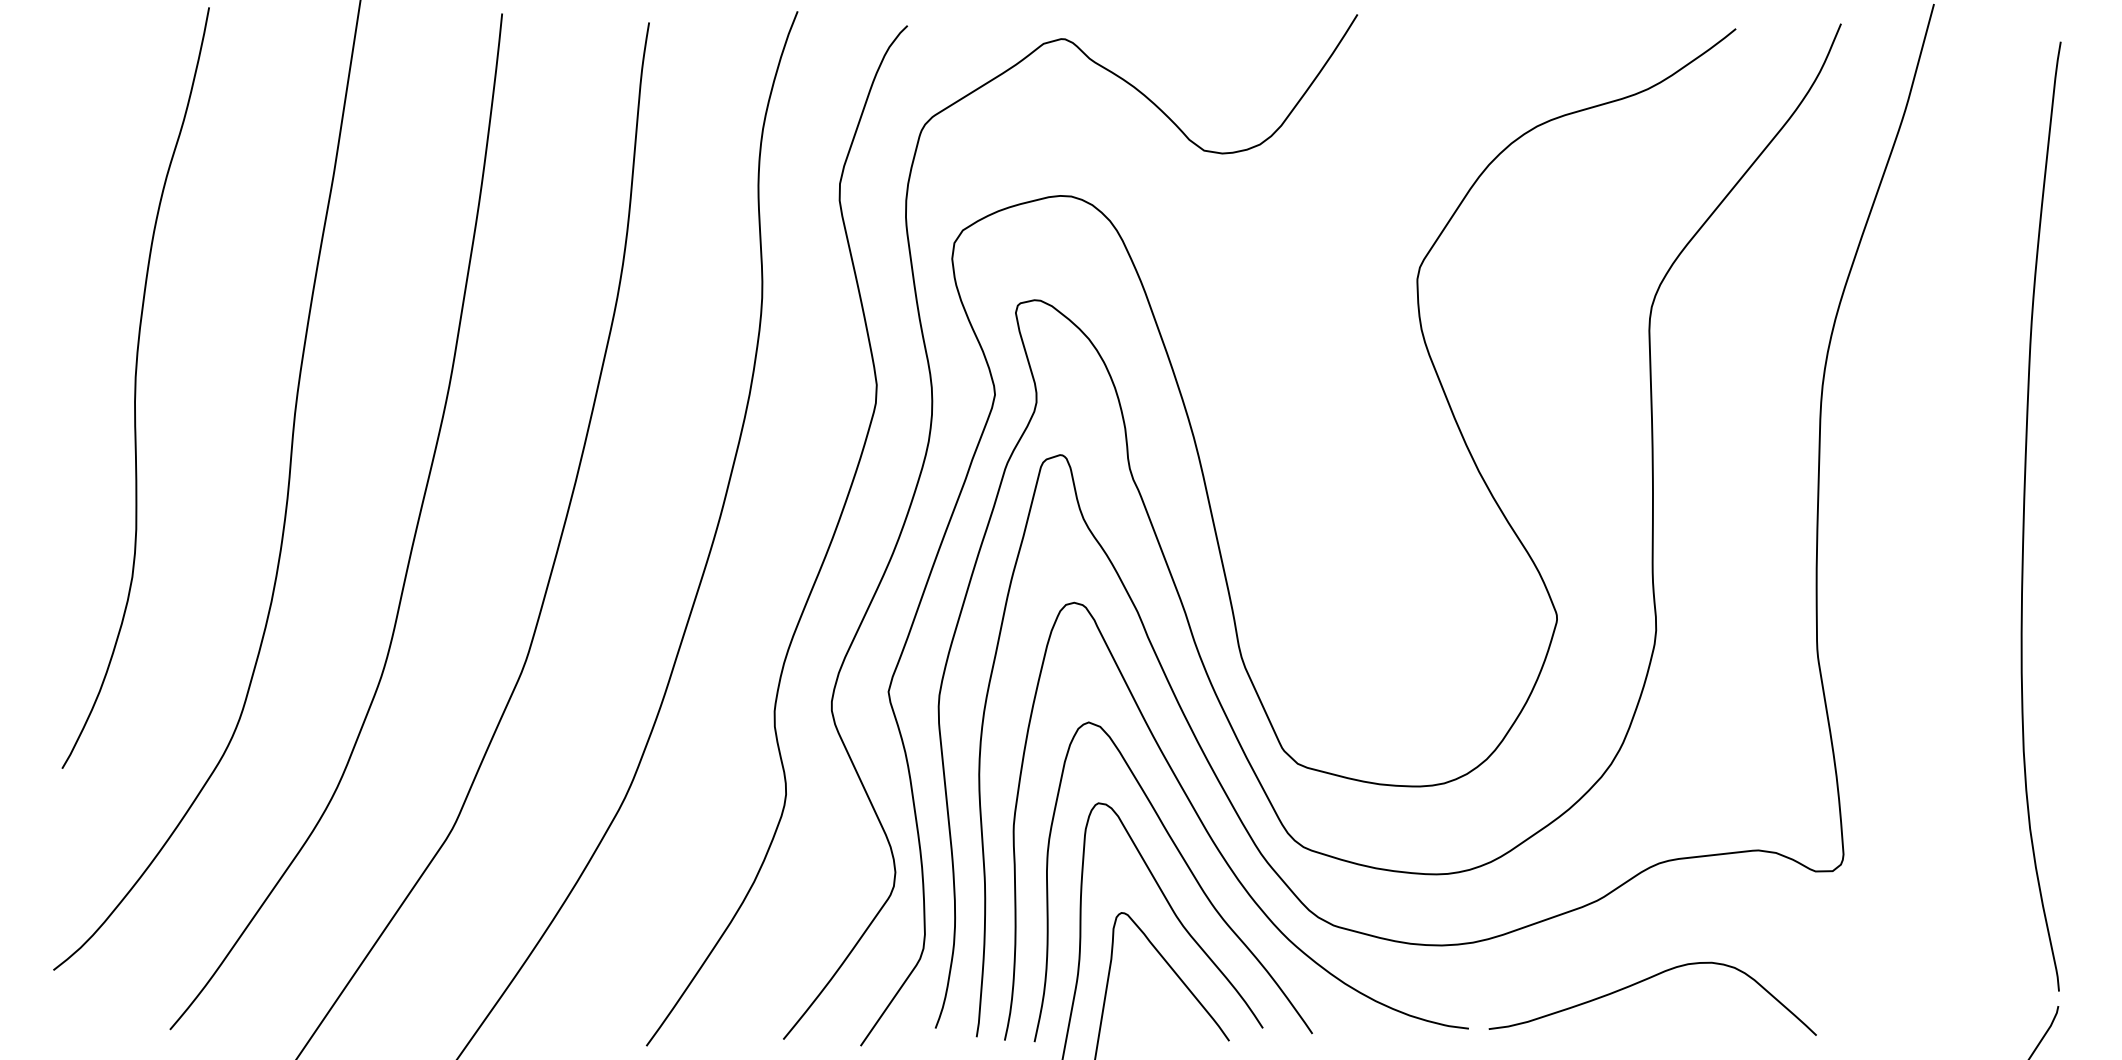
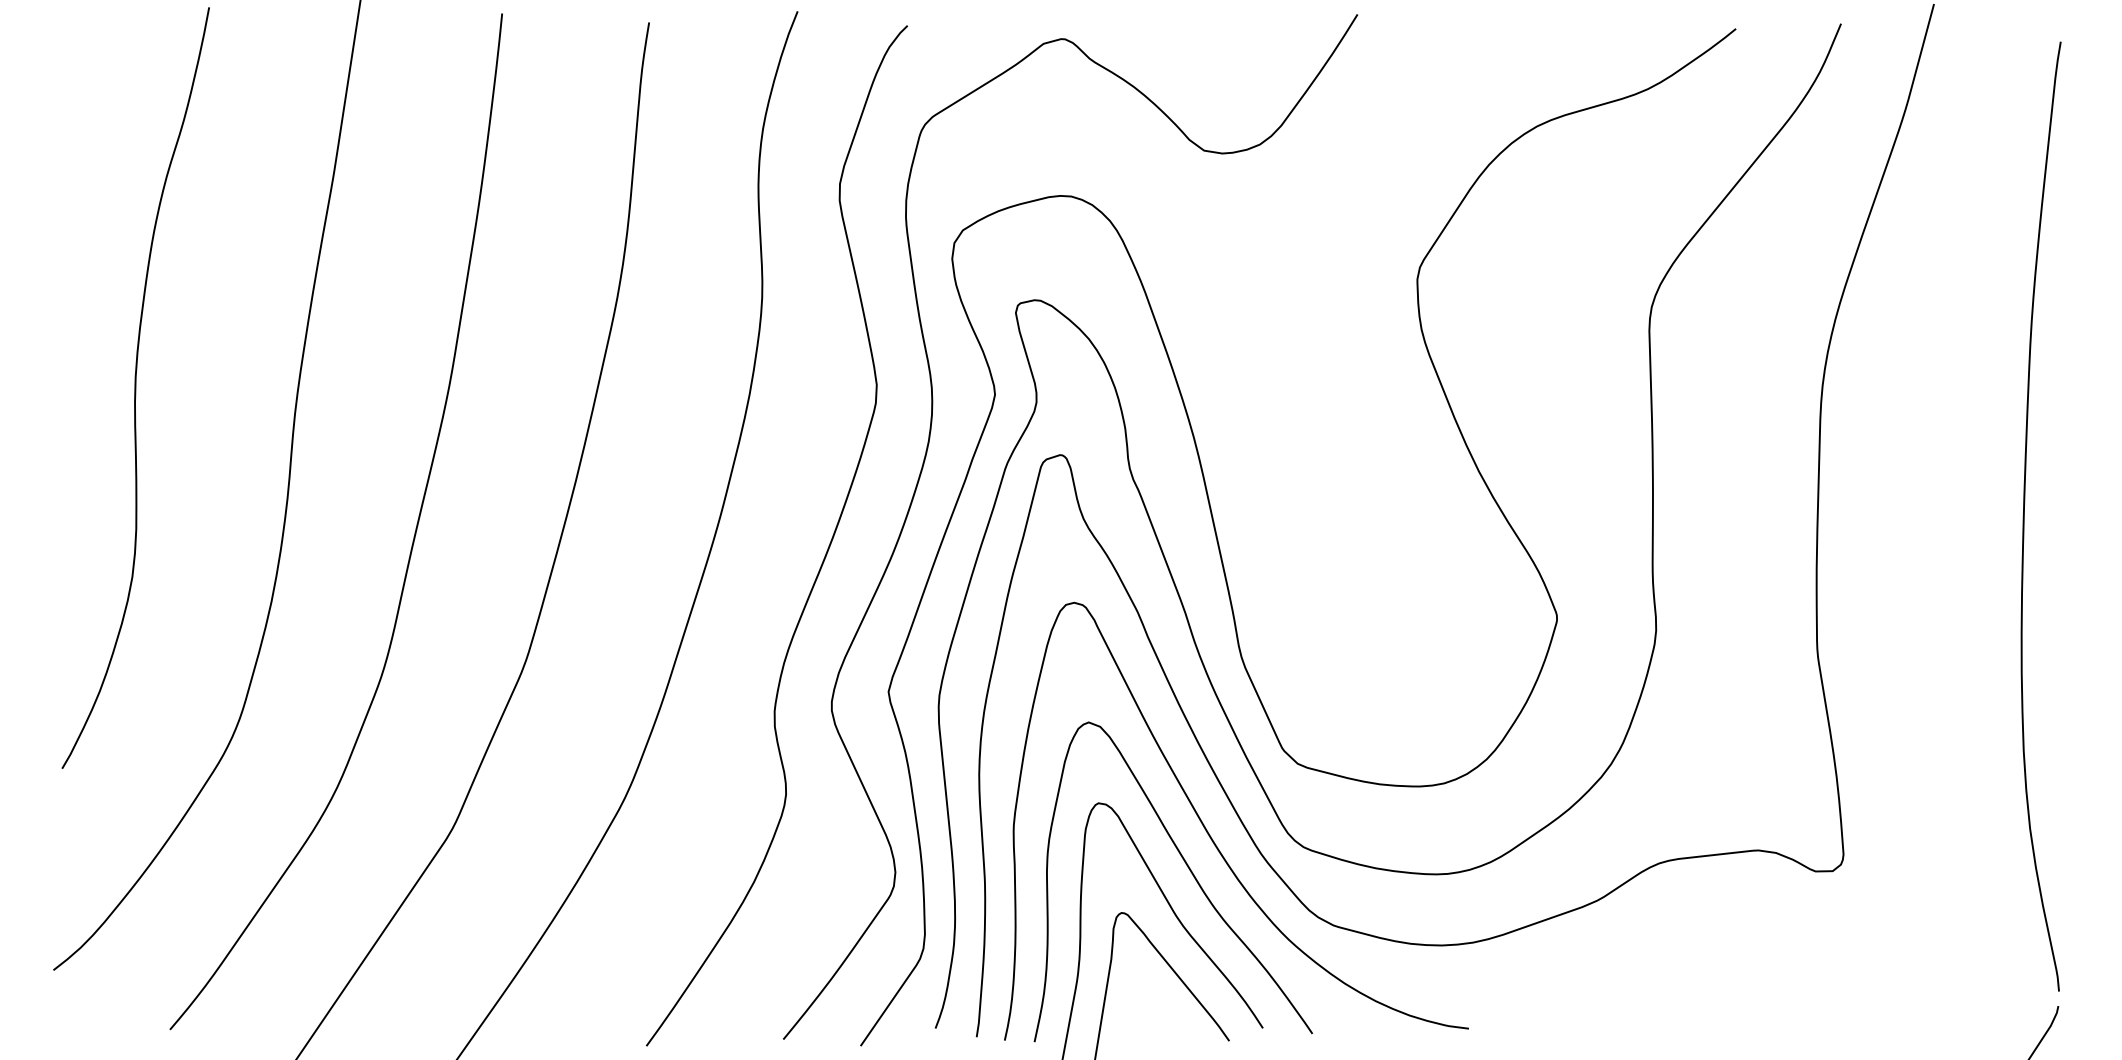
curve at (1646, 980): present -> none
